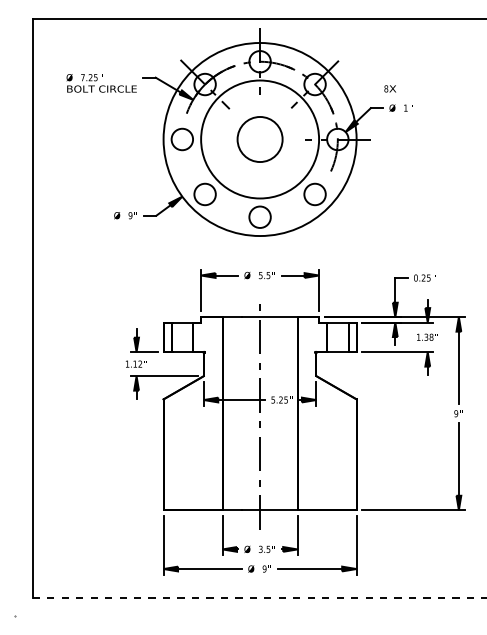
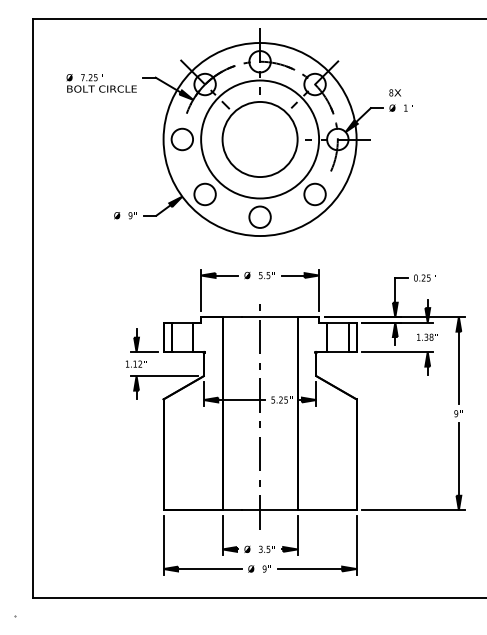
text at (390, 88) position: (390, 88) -> (395, 92)
circle at (259, 139) diameter: 45 px -> 75 px
line at (259, 597): dashed -> solid
